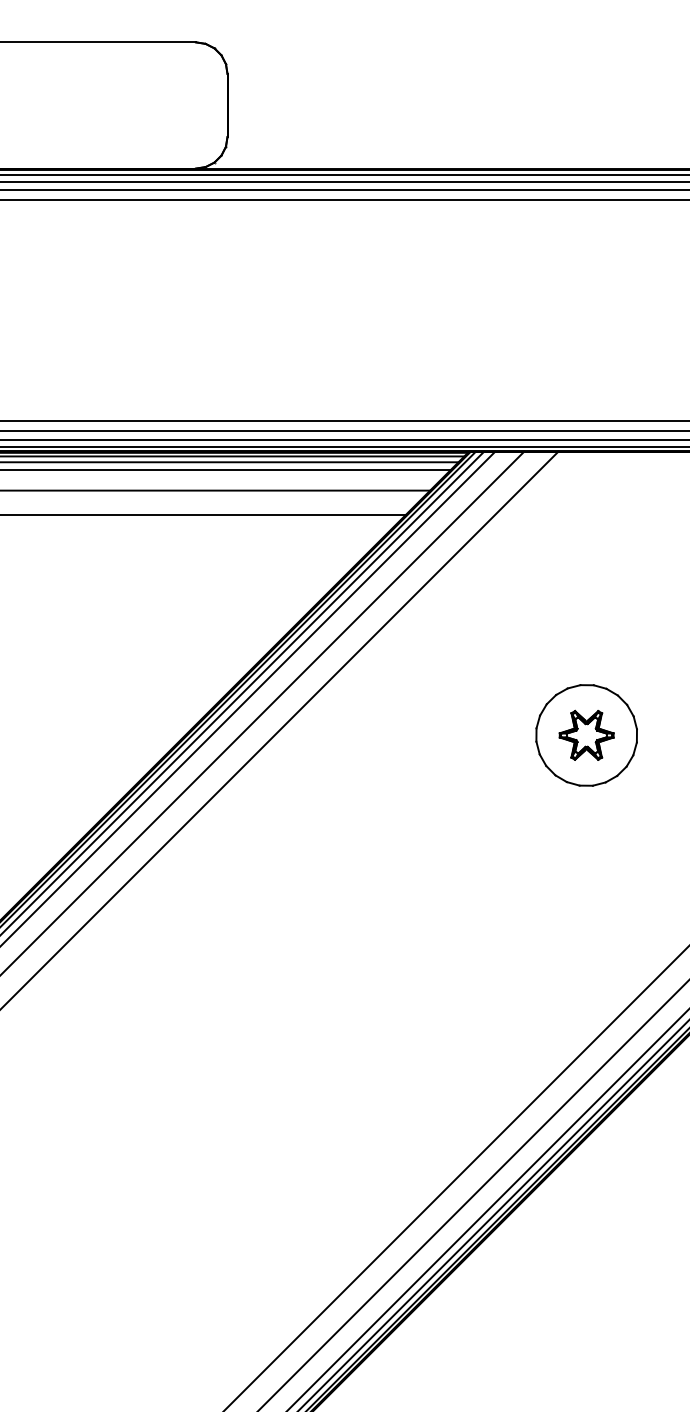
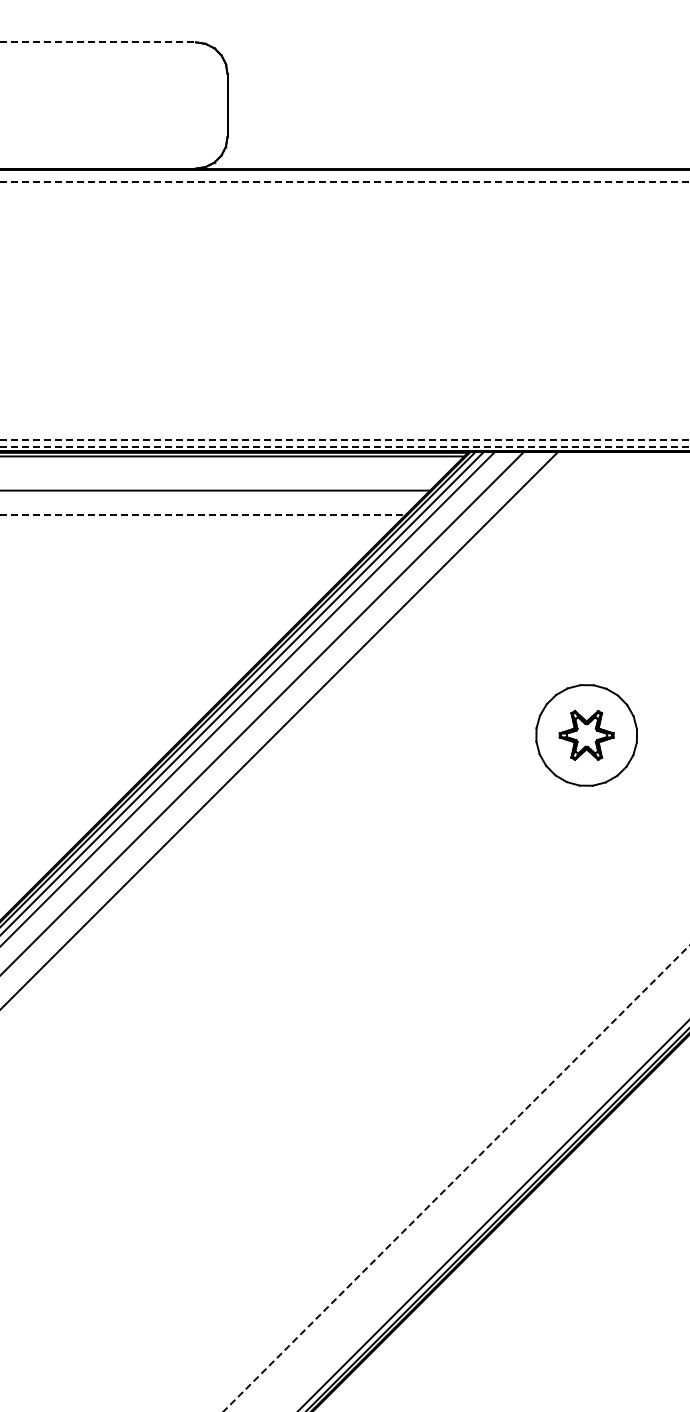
line at (98, 42): solid -> dashed
line at (344, 174): present -> none
line at (344, 181): solid -> dashed
line at (344, 190): present -> none
line at (344, 200): present -> none
line at (344, 421): present -> none
line at (344, 430): present -> none
line at (344, 439): solid -> dashed
line at (344, 446): solid -> dashed
line at (230, 462): present -> none
line at (226, 470): present -> none
line at (203, 514): solid -> dashed
line at (456, 1178): solid -> dashed
line at (473, 1195): present -> none
line at (487, 1209): present -> none
